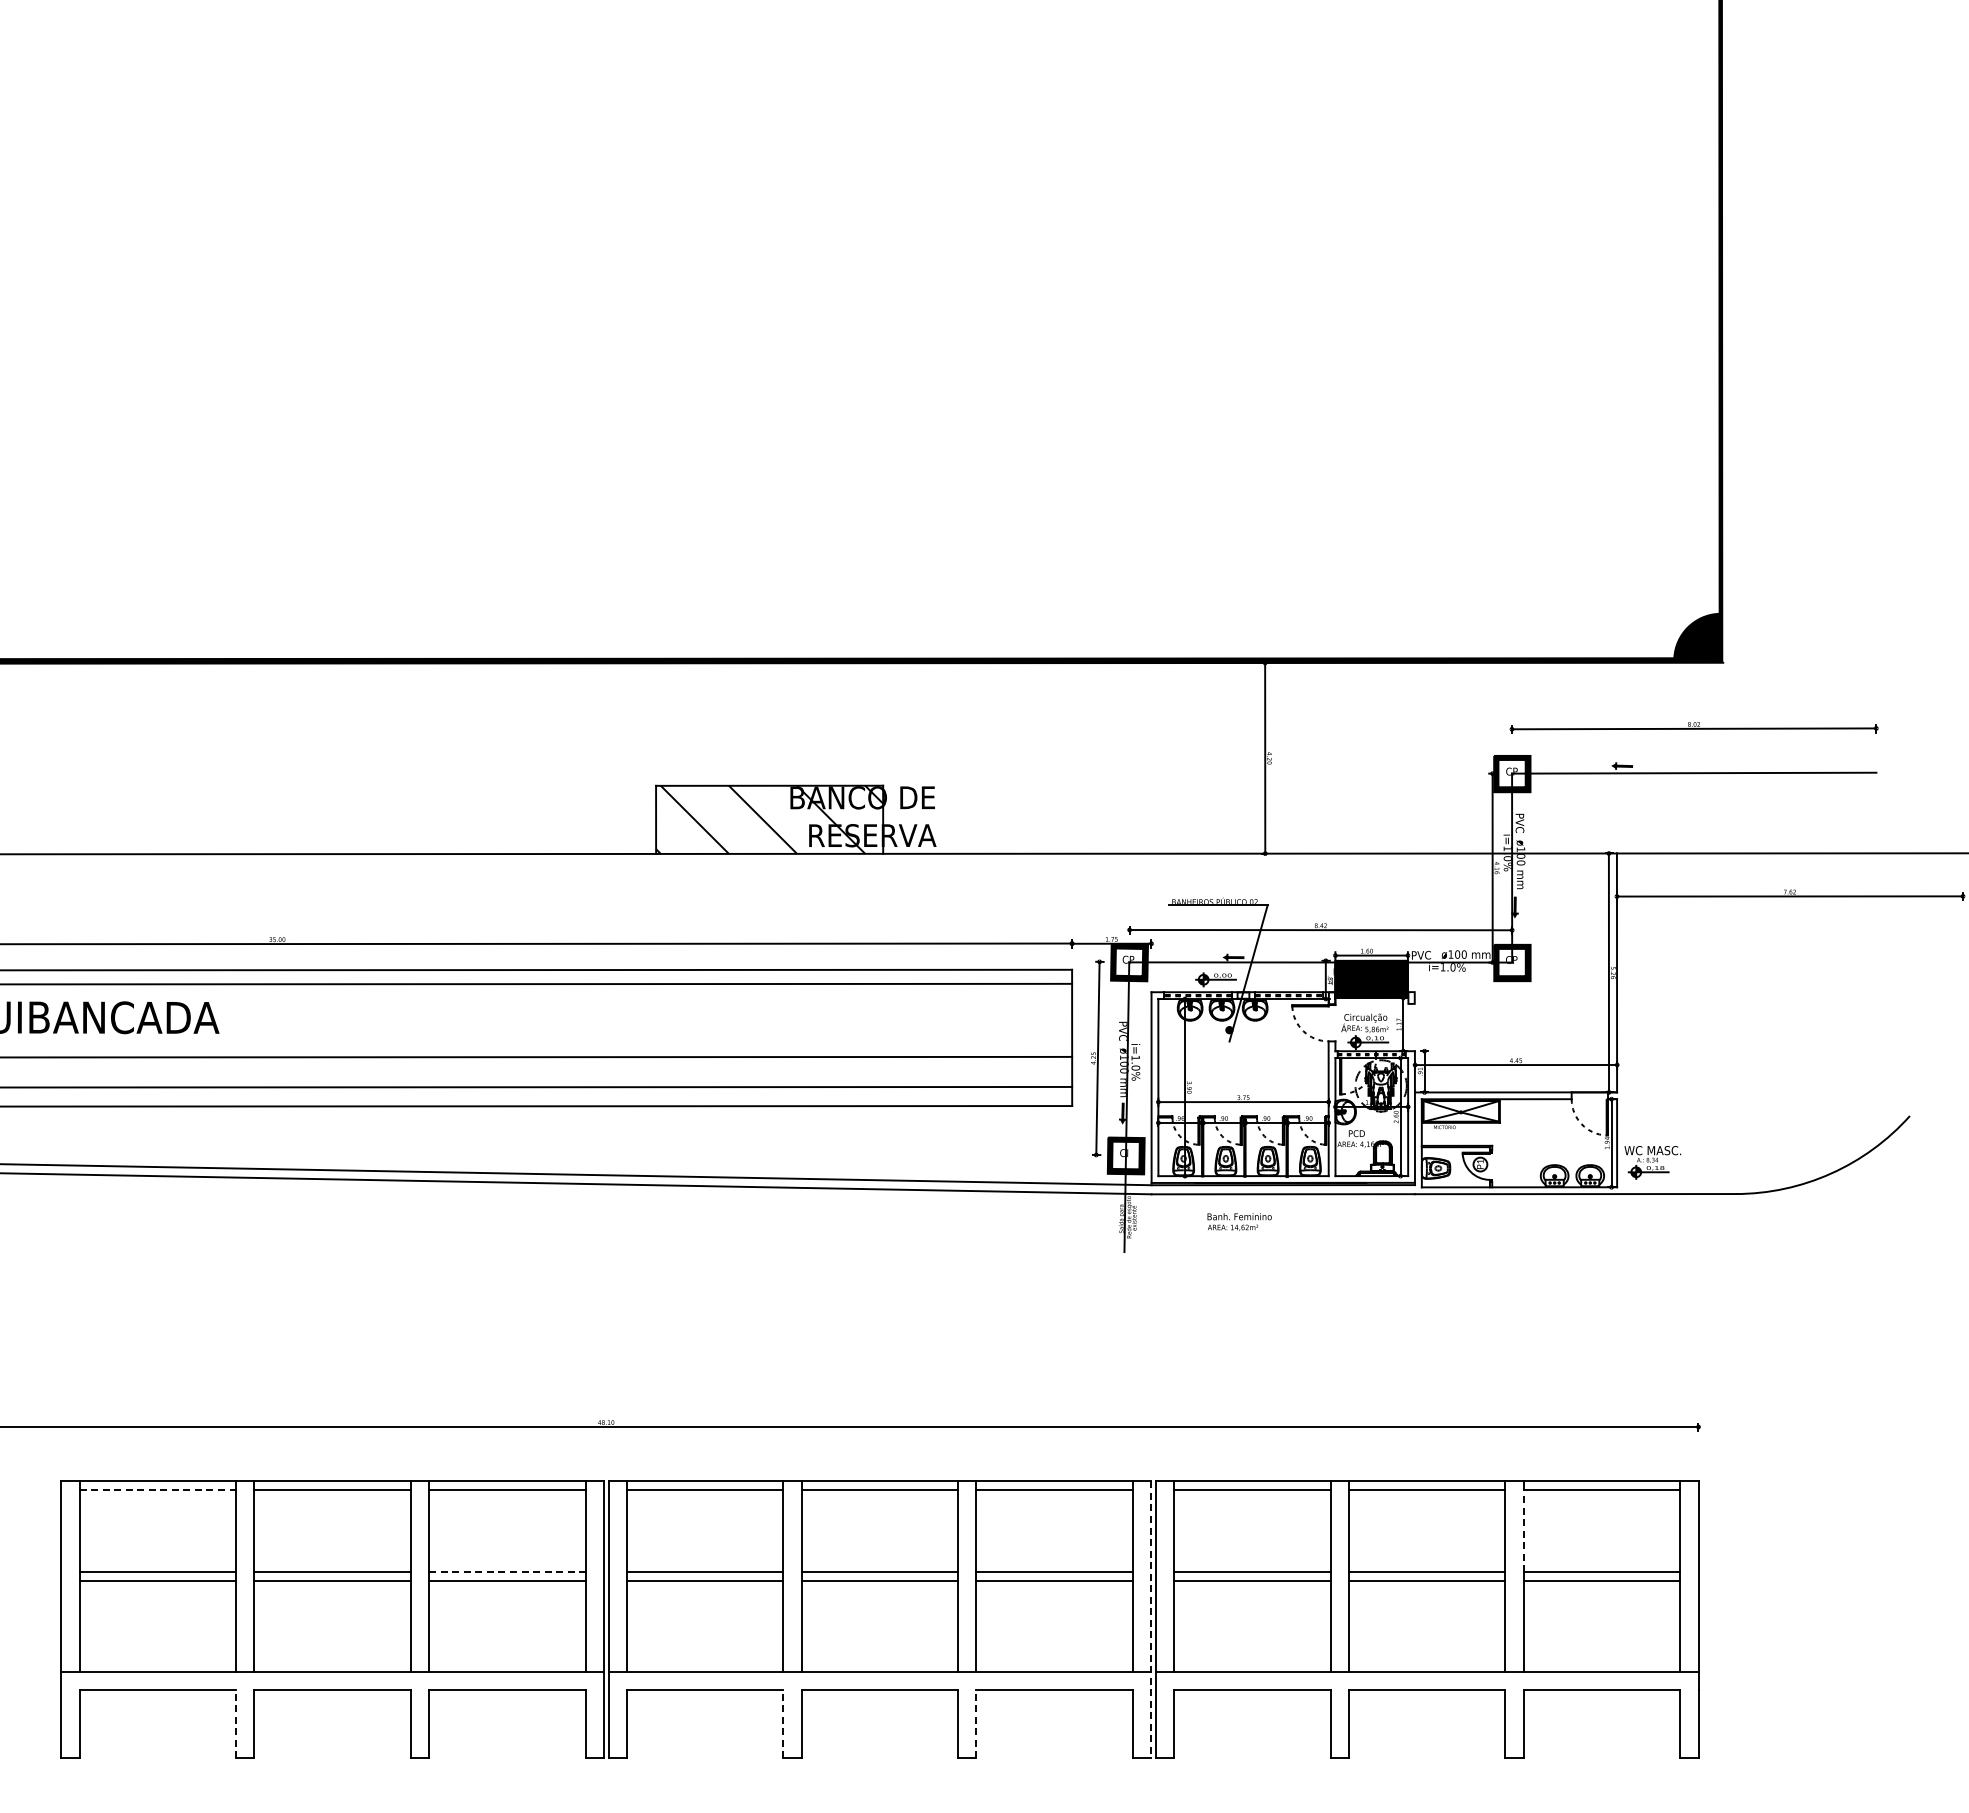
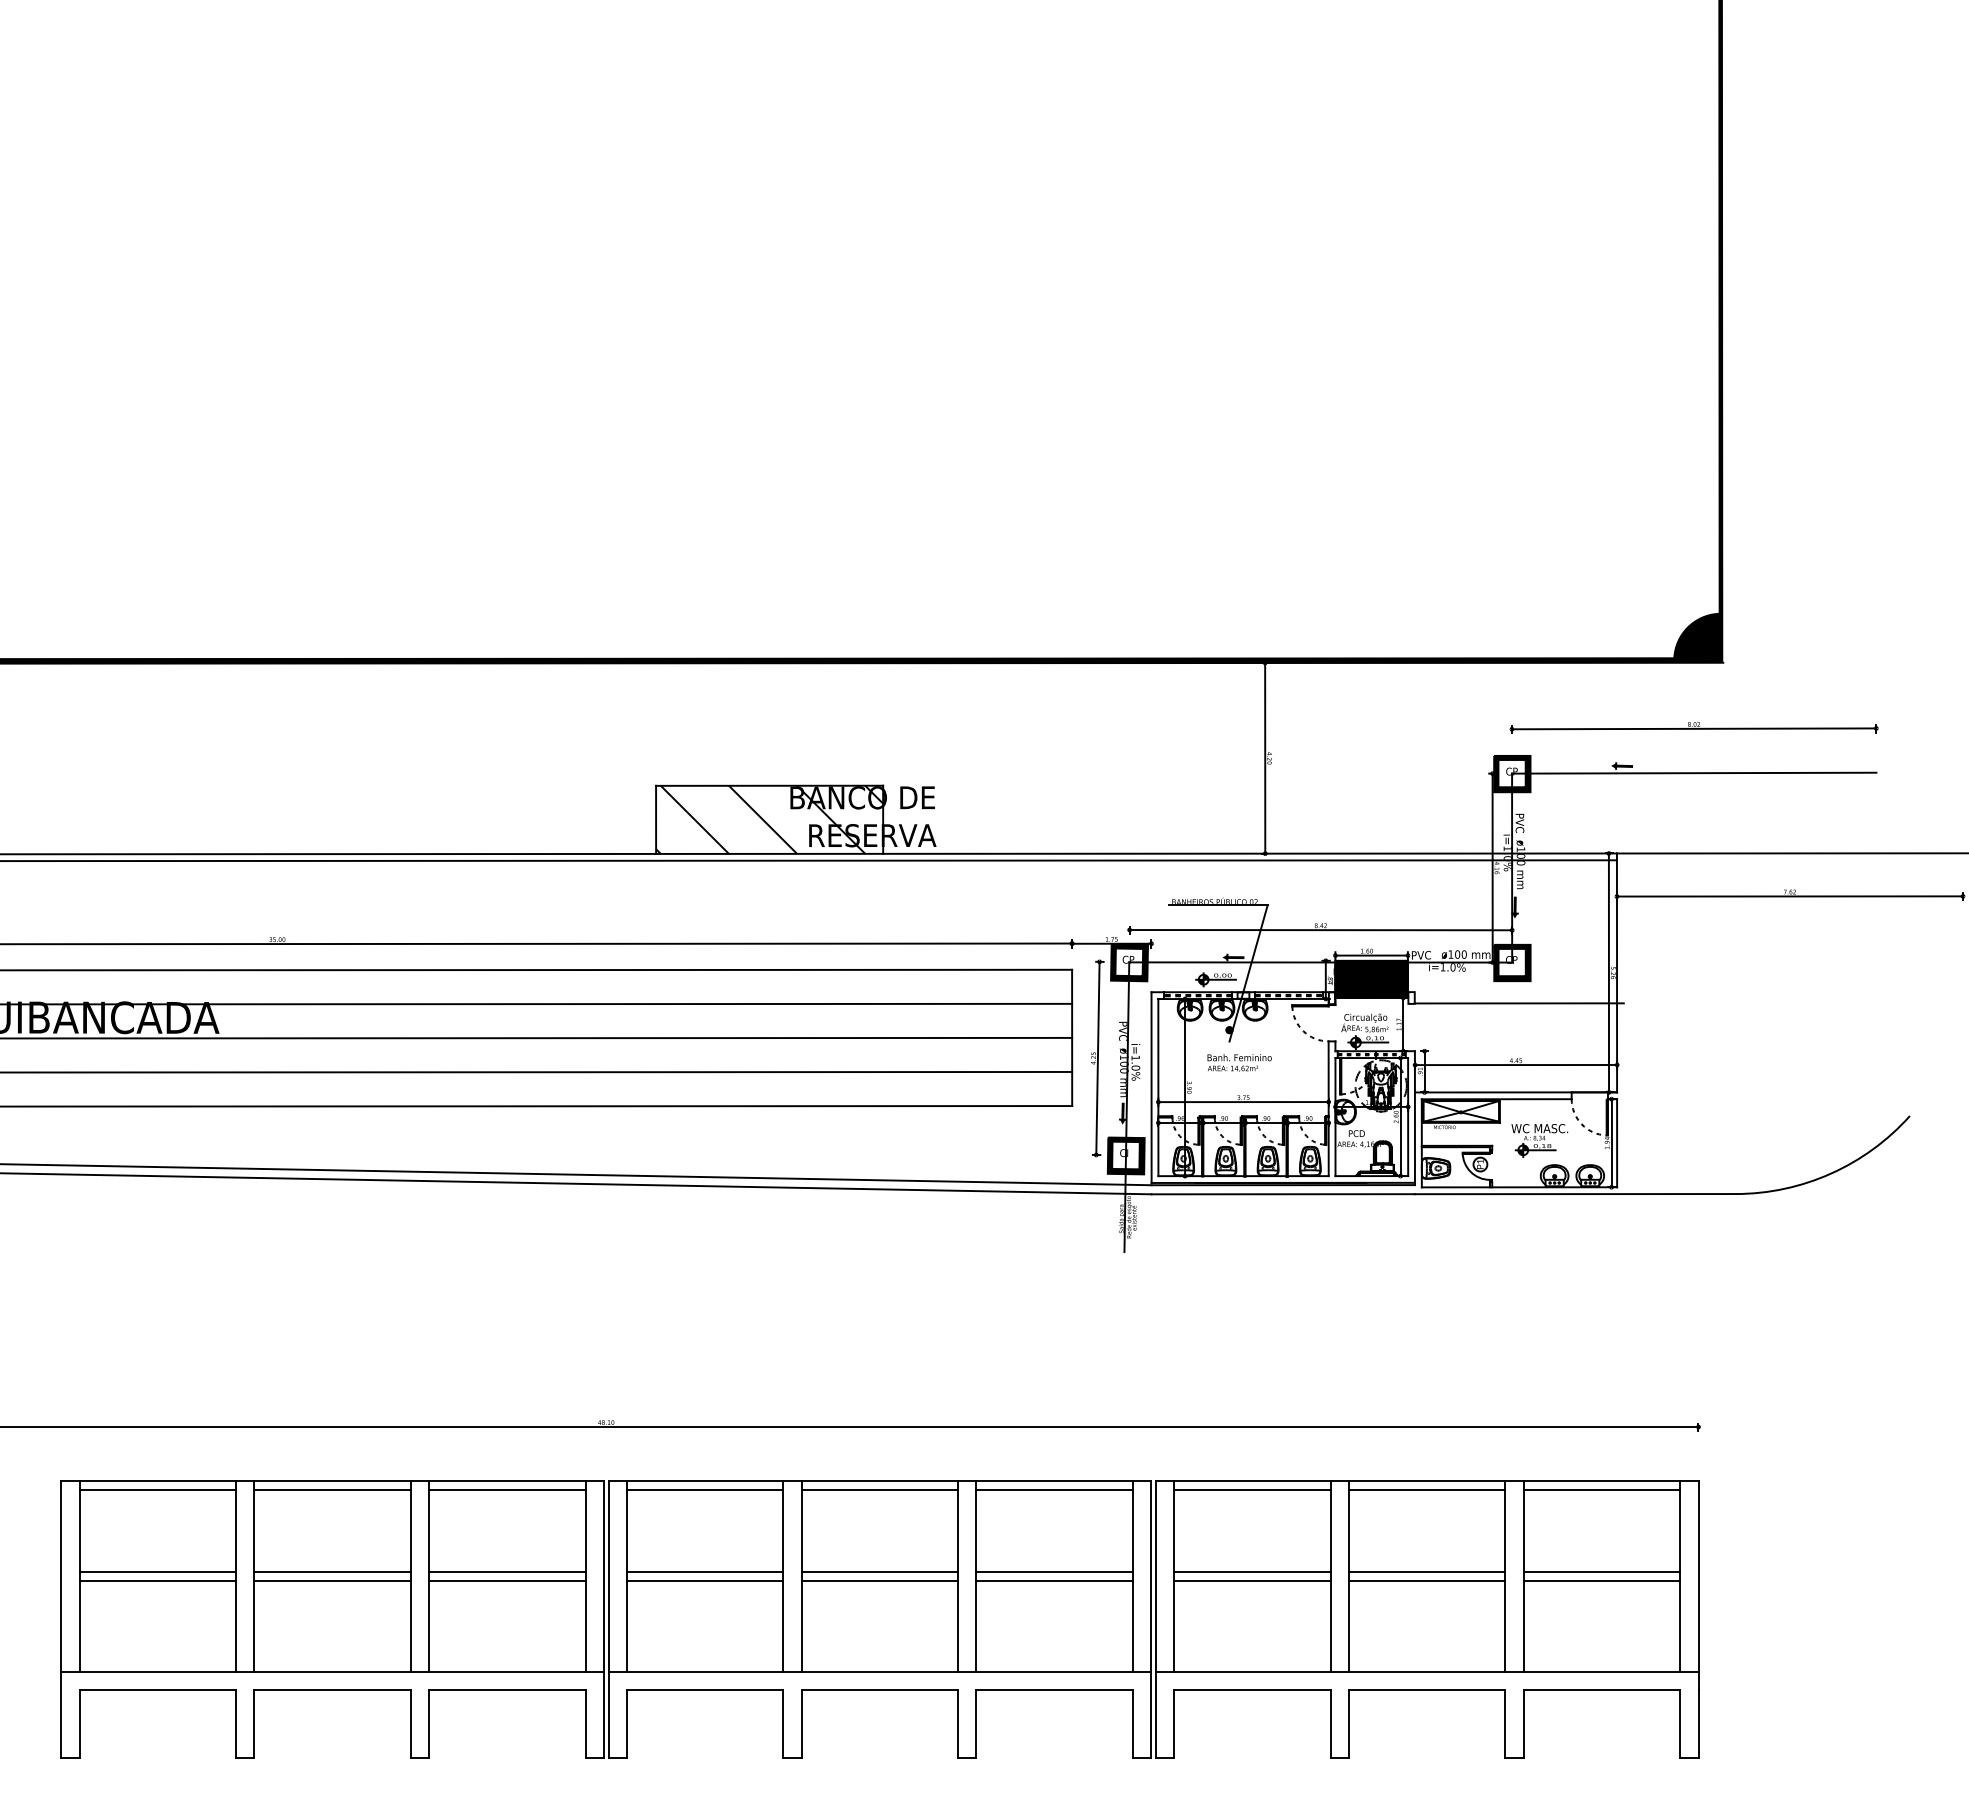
line at (809, 860): none -> present
line at (537, 983) position: (537, 983) -> (537, 1003)
line at (1518, 1003): none -> present
line at (537, 1056) position: (537, 1056) -> (537, 1037)
line at (537, 1086) position: (537, 1086) -> (537, 1071)
part at (1652, 1162) position: (1652, 1162) -> (1539, 1140)
text at (1239, 1221) position: (1239, 1221) -> (1239, 1062)
line at (158, 1490): dashed -> solid
line at (1523, 1531): dashed -> solid
line at (508, 1572): dashed -> solid
line at (1151, 1619): dashed -> solid
line at (236, 1723): dashed -> solid
line at (783, 1723): dashed -> solid
line at (976, 1723): dashed -> solid
